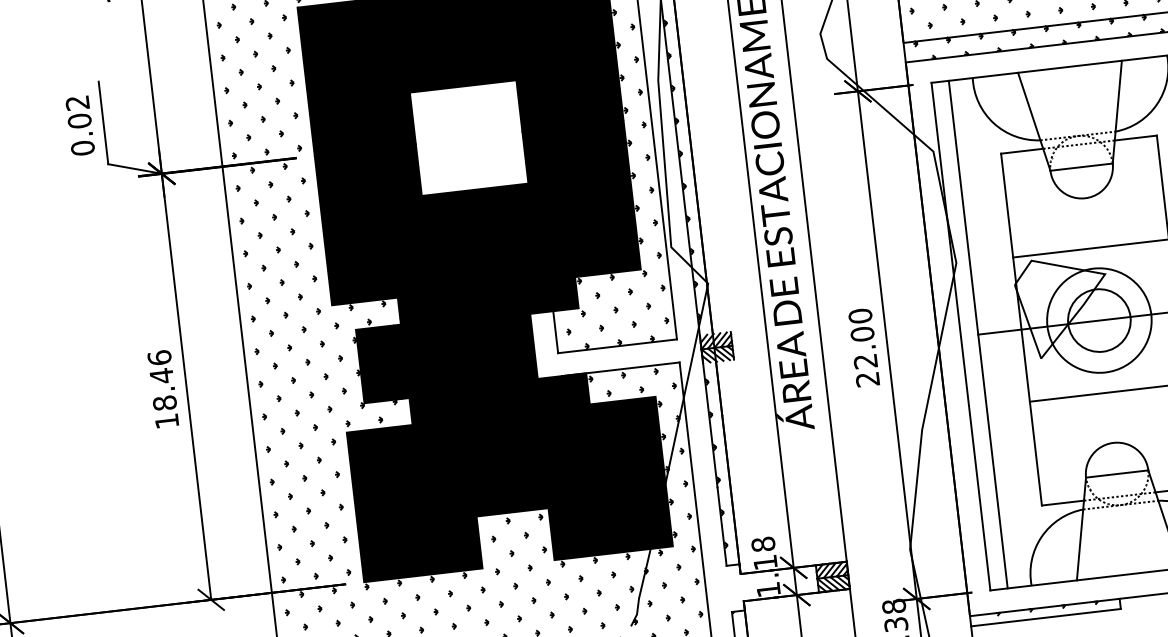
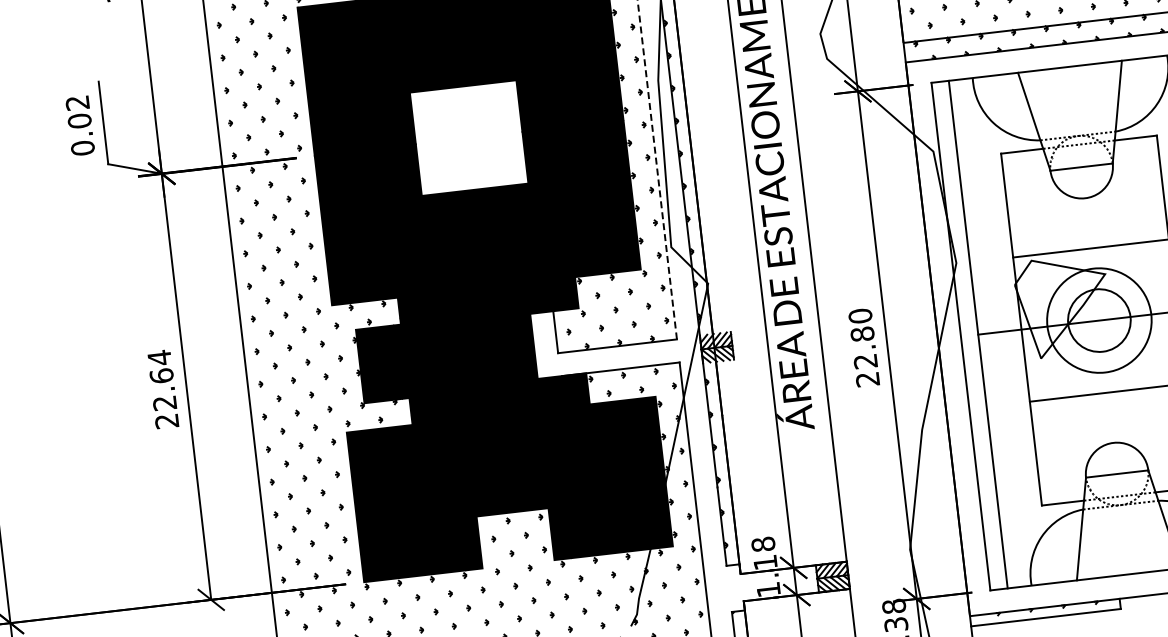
line at (657, 169): solid -> dashed
text at (862, 333): 22.00 -> 22.80
text at (163, 389): 18.46 -> 22.64
